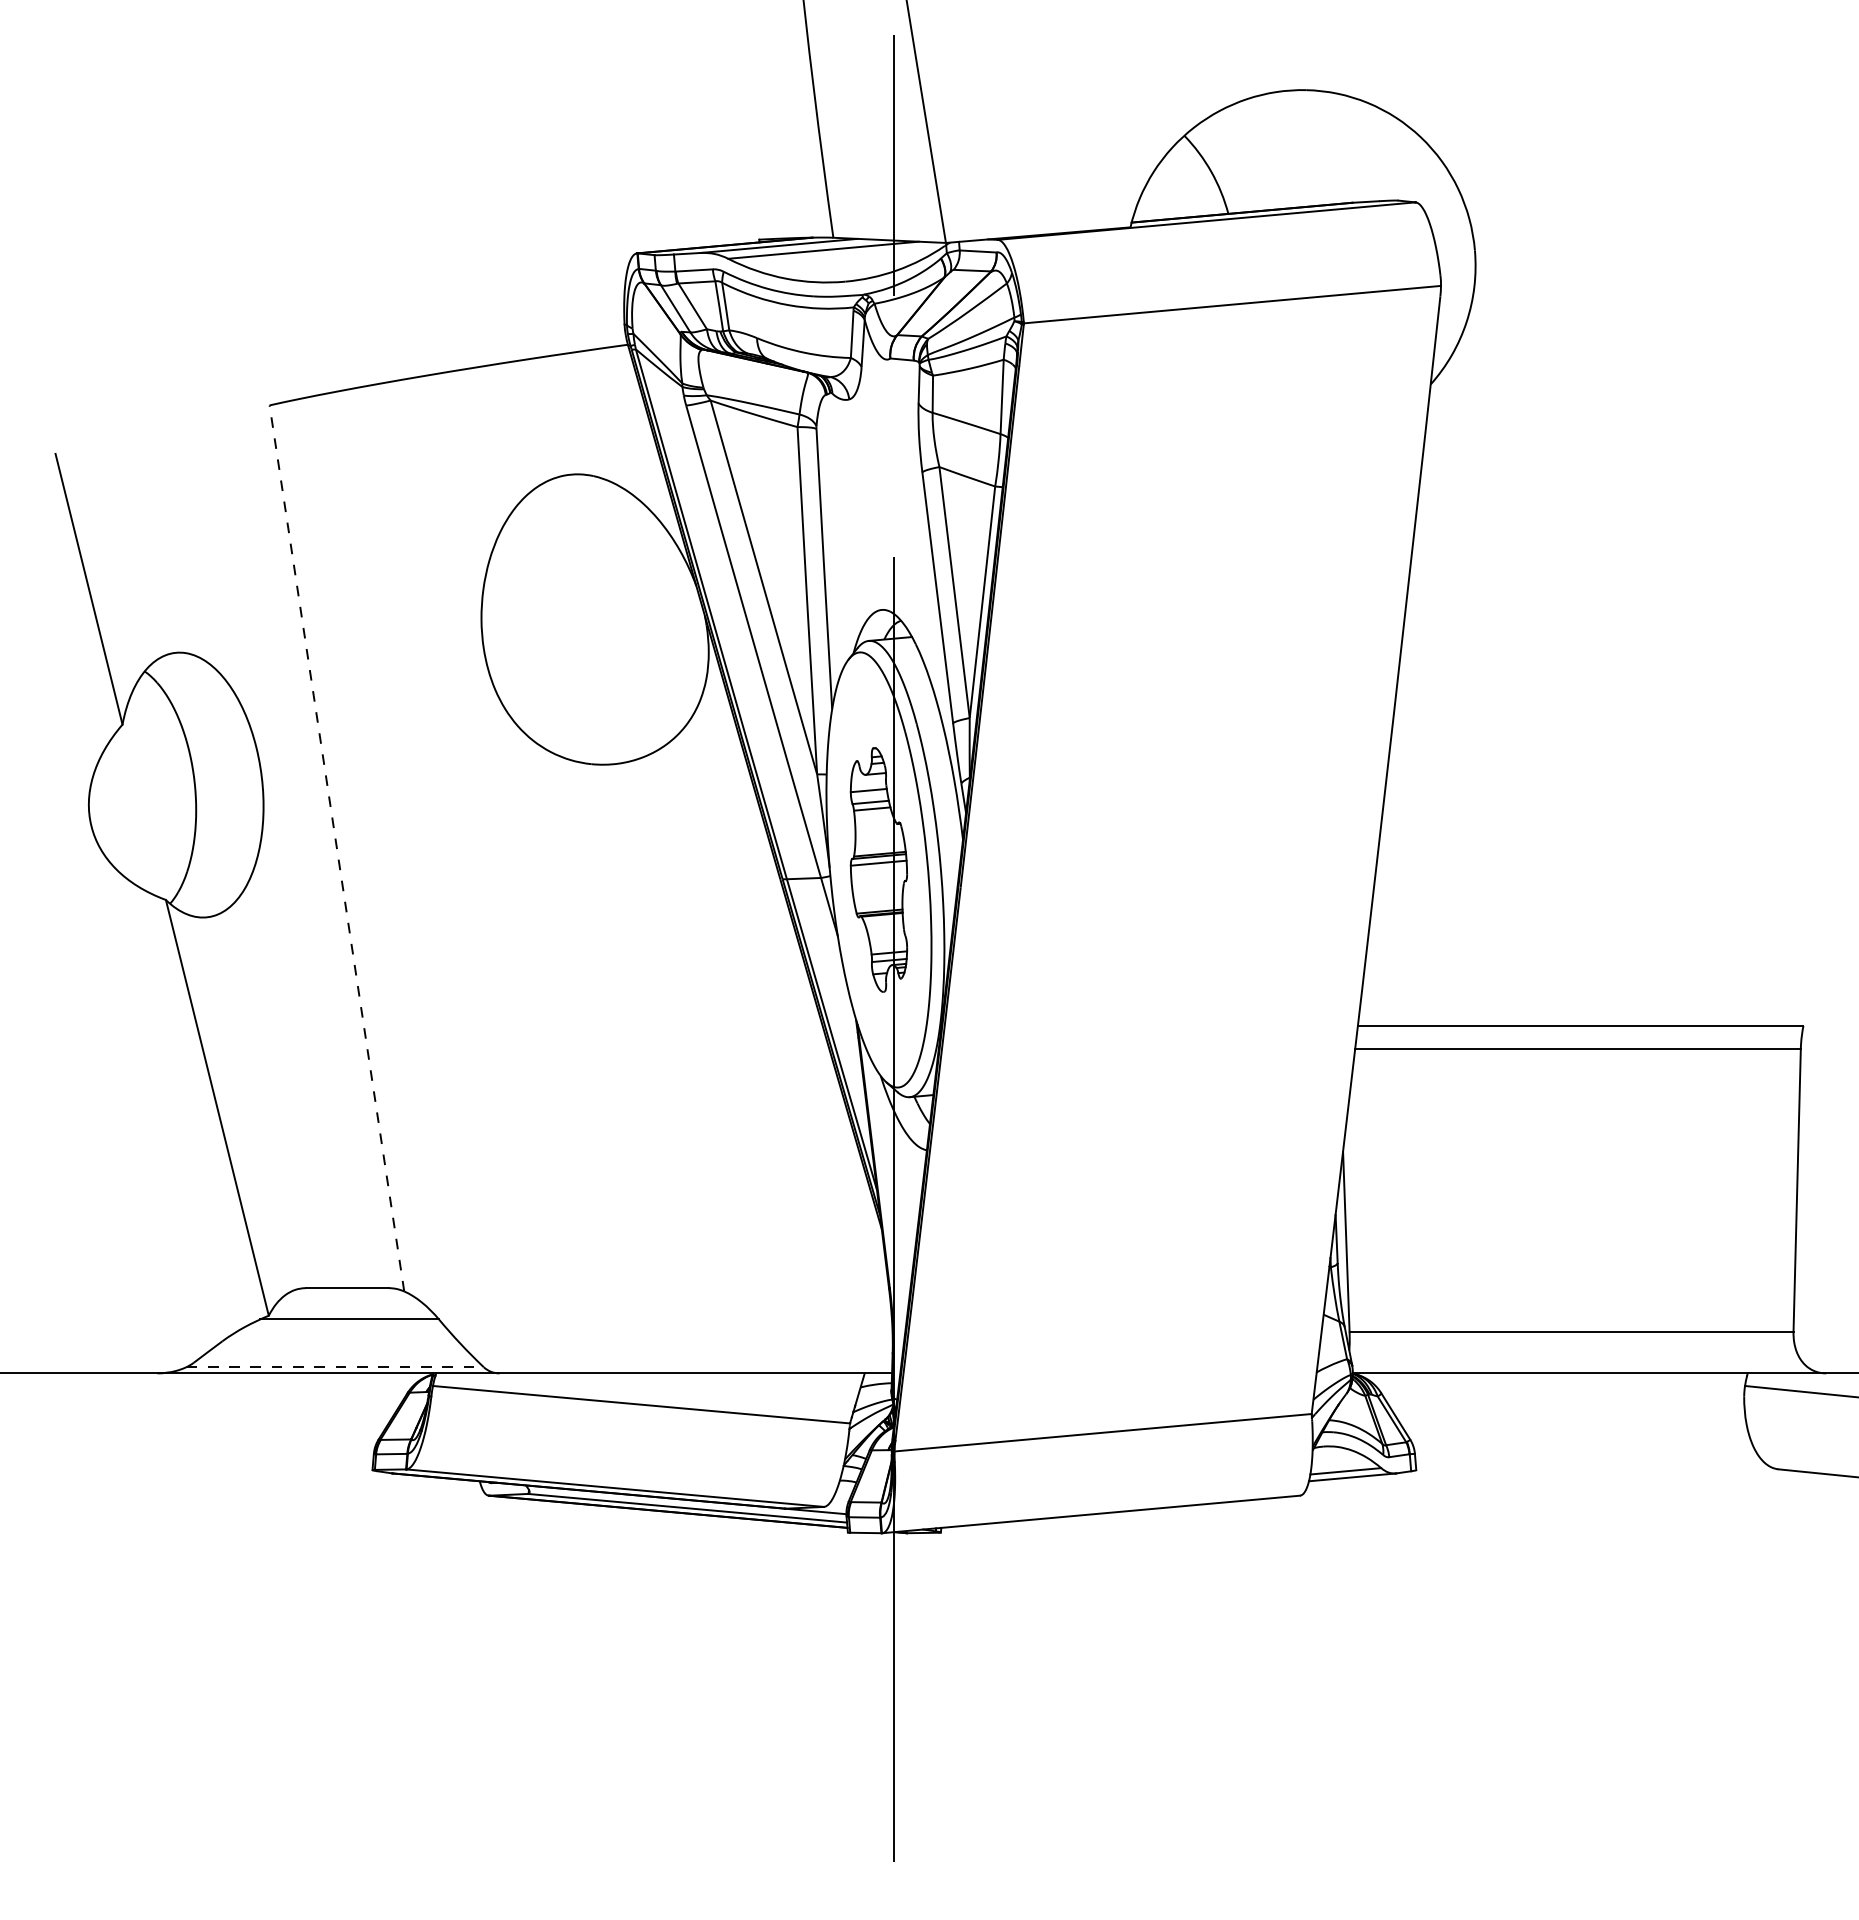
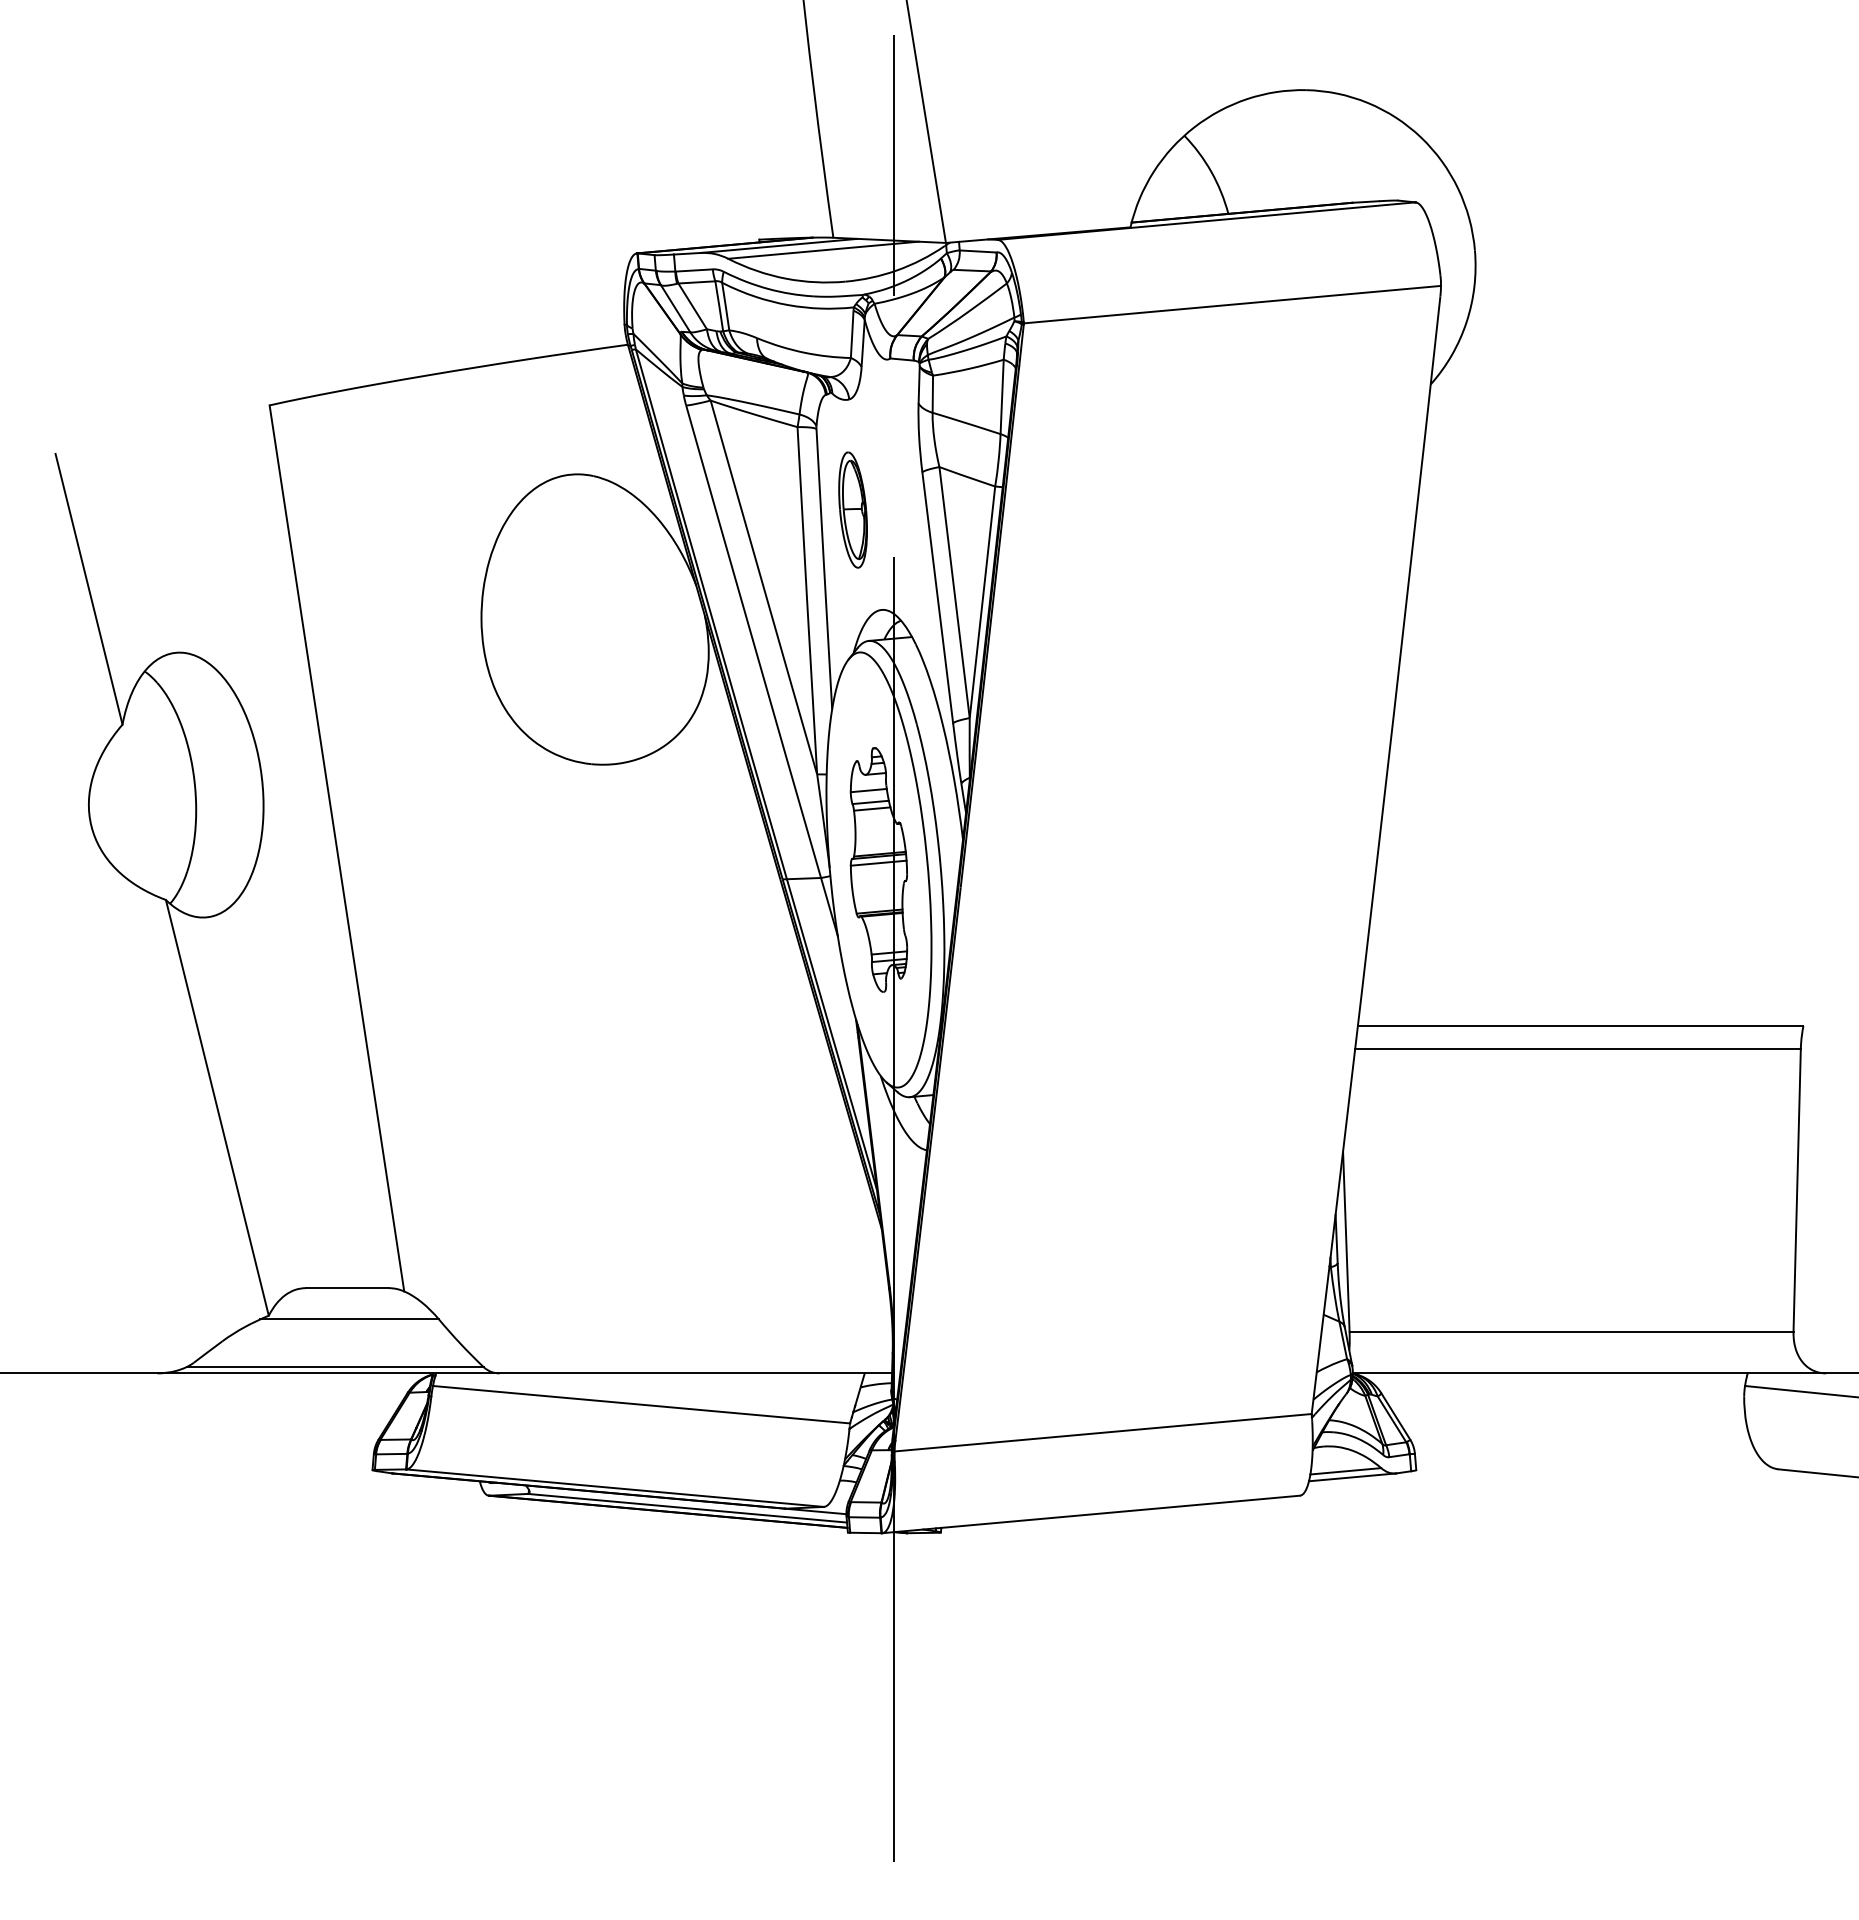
part at (852, 509): none -> present
line at (336, 847): dashed -> solid
line at (335, 1367): dashed -> solid
